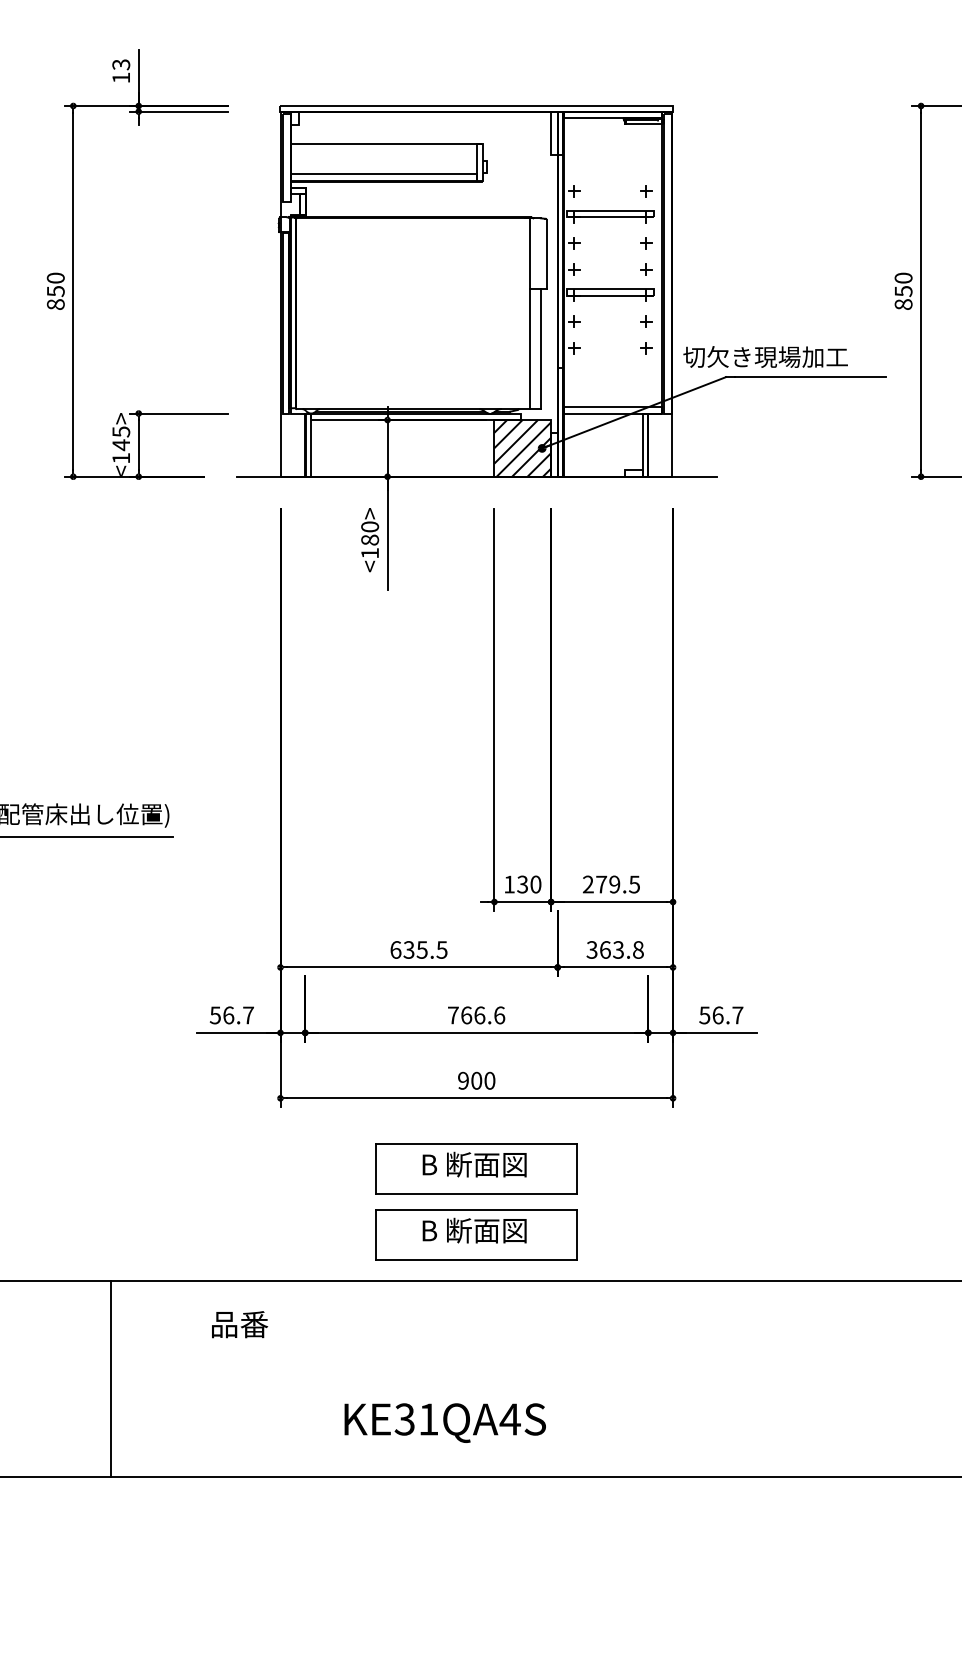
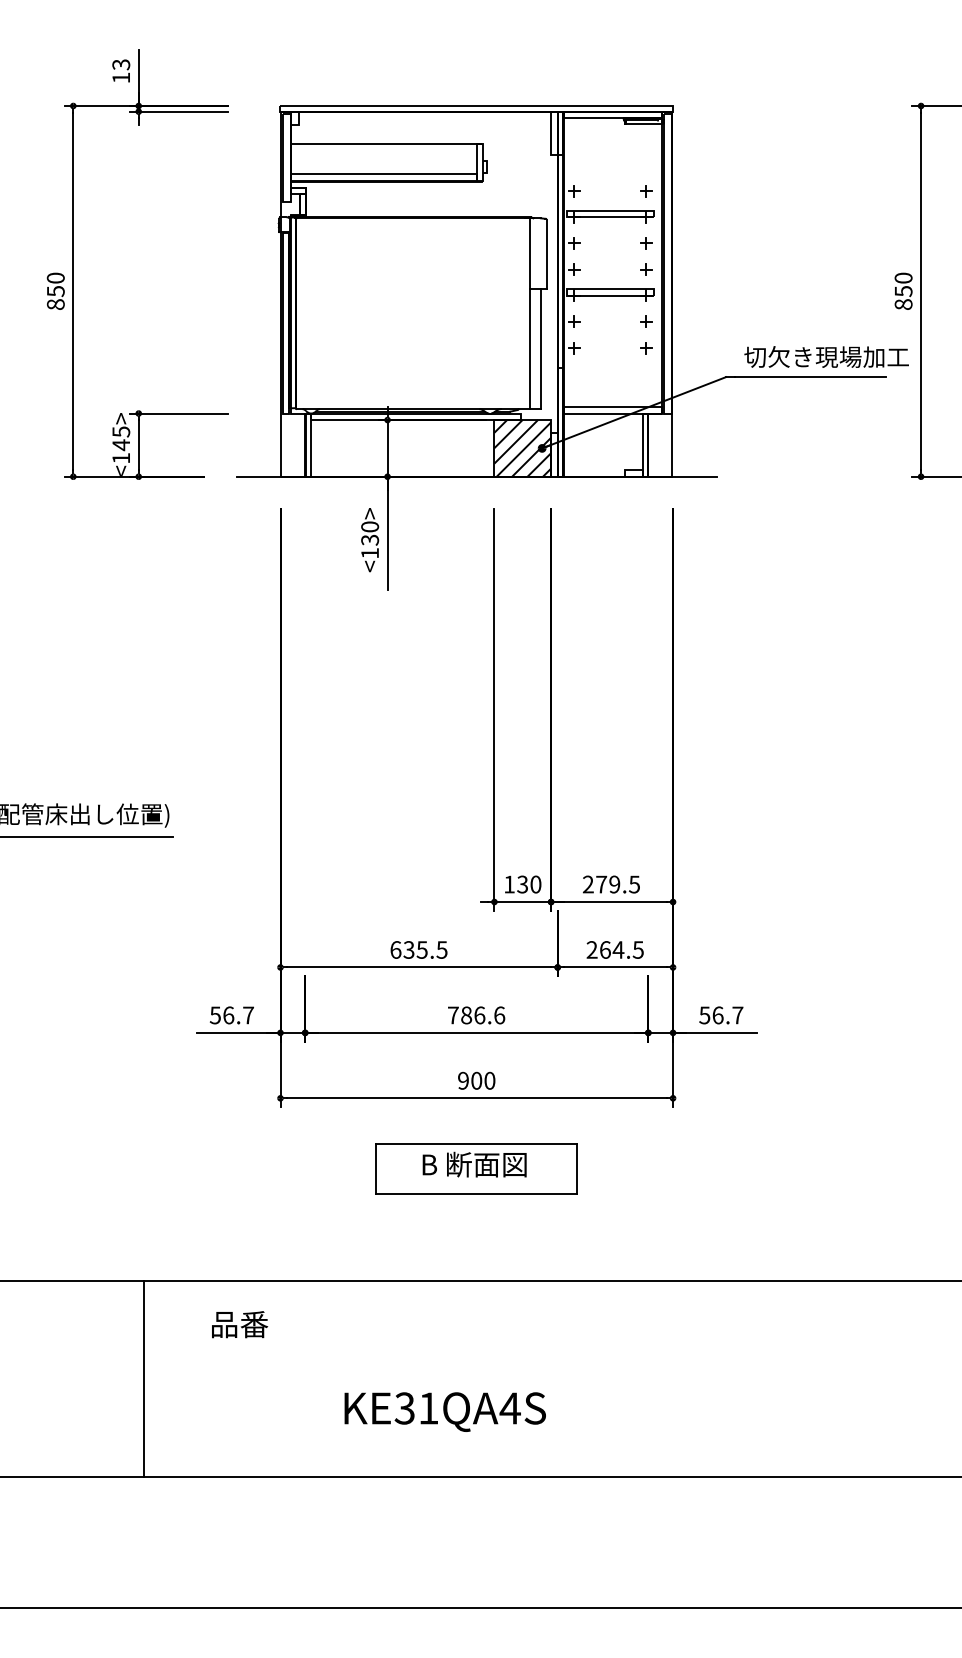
text at (765, 356) position: (765, 356) -> (826, 356)
text at (369, 539): <180> -> <130>
text at (614, 949): 363.8 -> 264.5
text at (466, 1015): 766.6 -> 786.6
part at (476, 1234): present -> none
line at (111, 1379) position: (111, 1379) -> (144, 1379)
text at (444, 1422) position: (444, 1422) -> (444, 1411)
line at (480, 1608): none -> present
